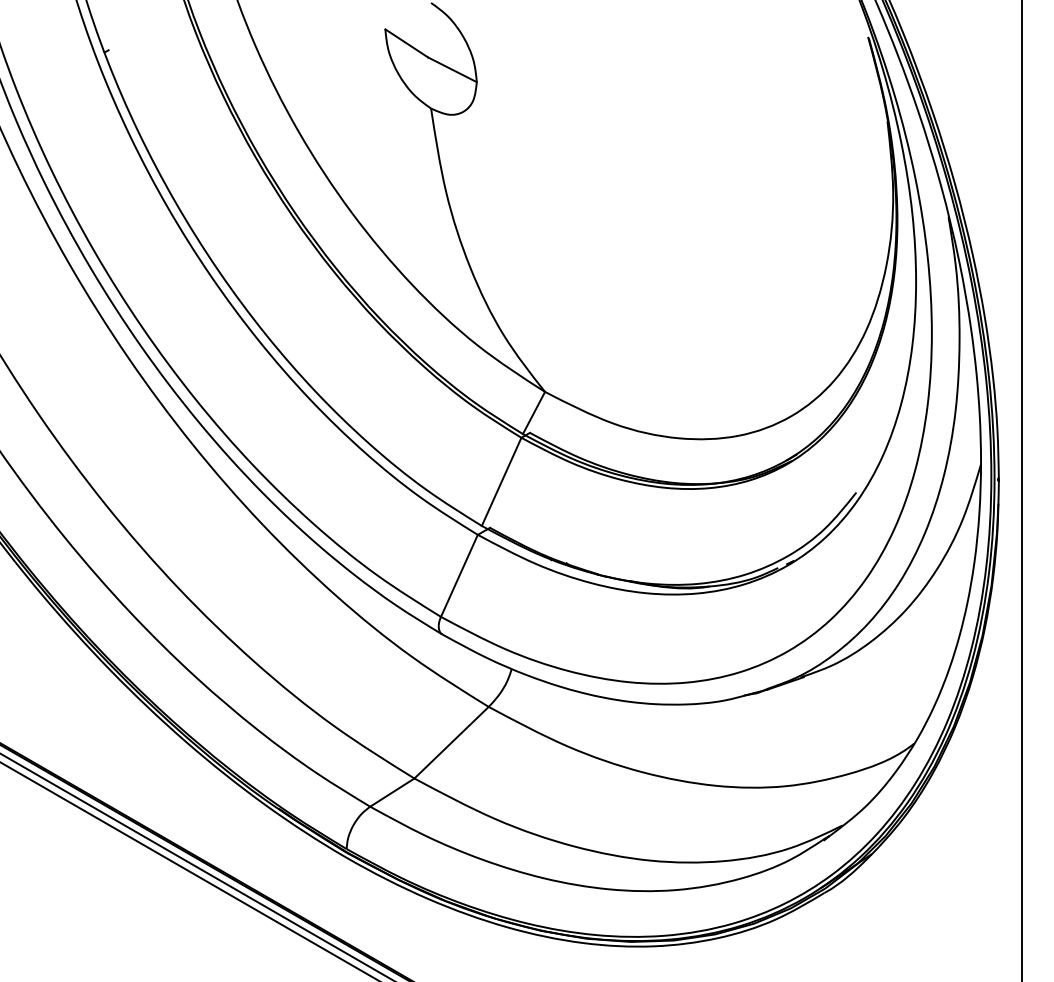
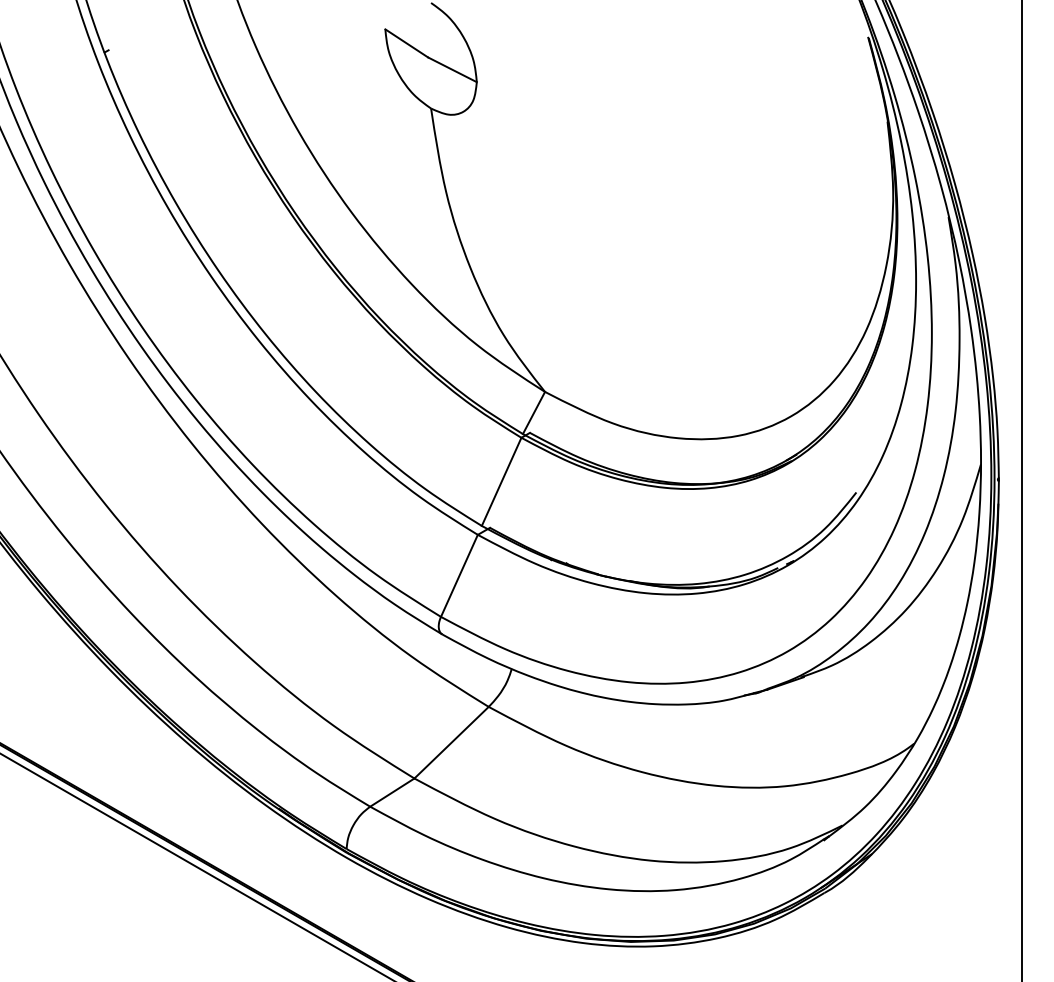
line at (188, 870): present -> none
